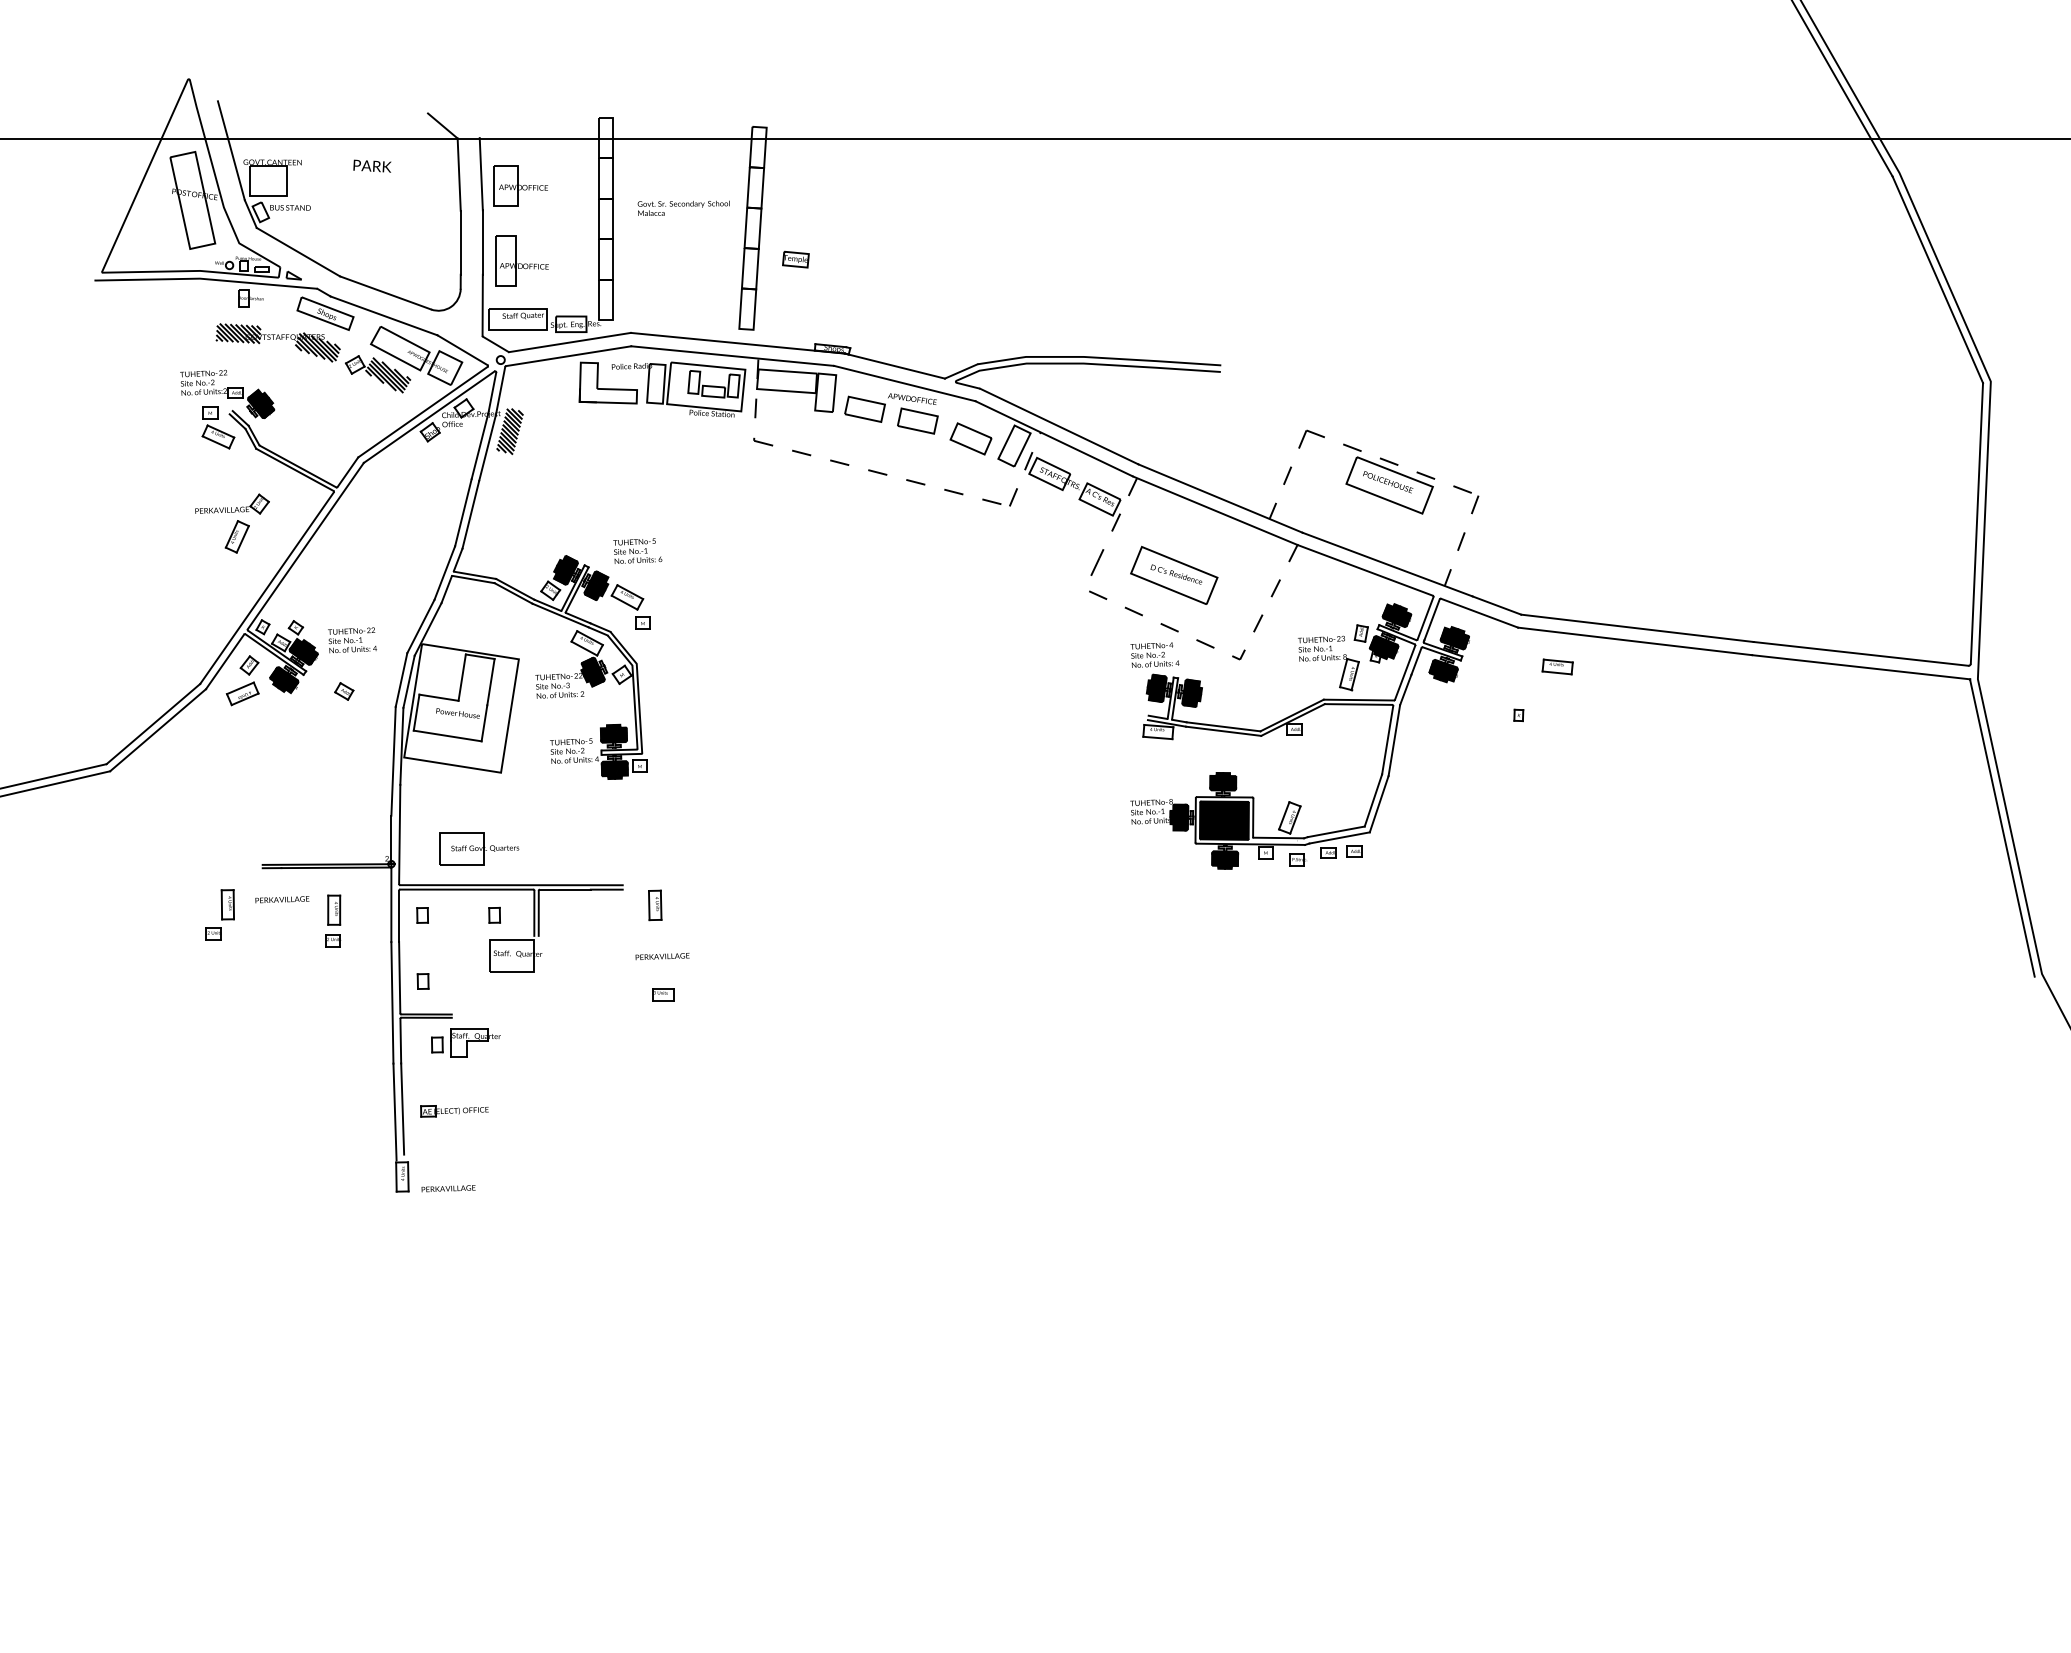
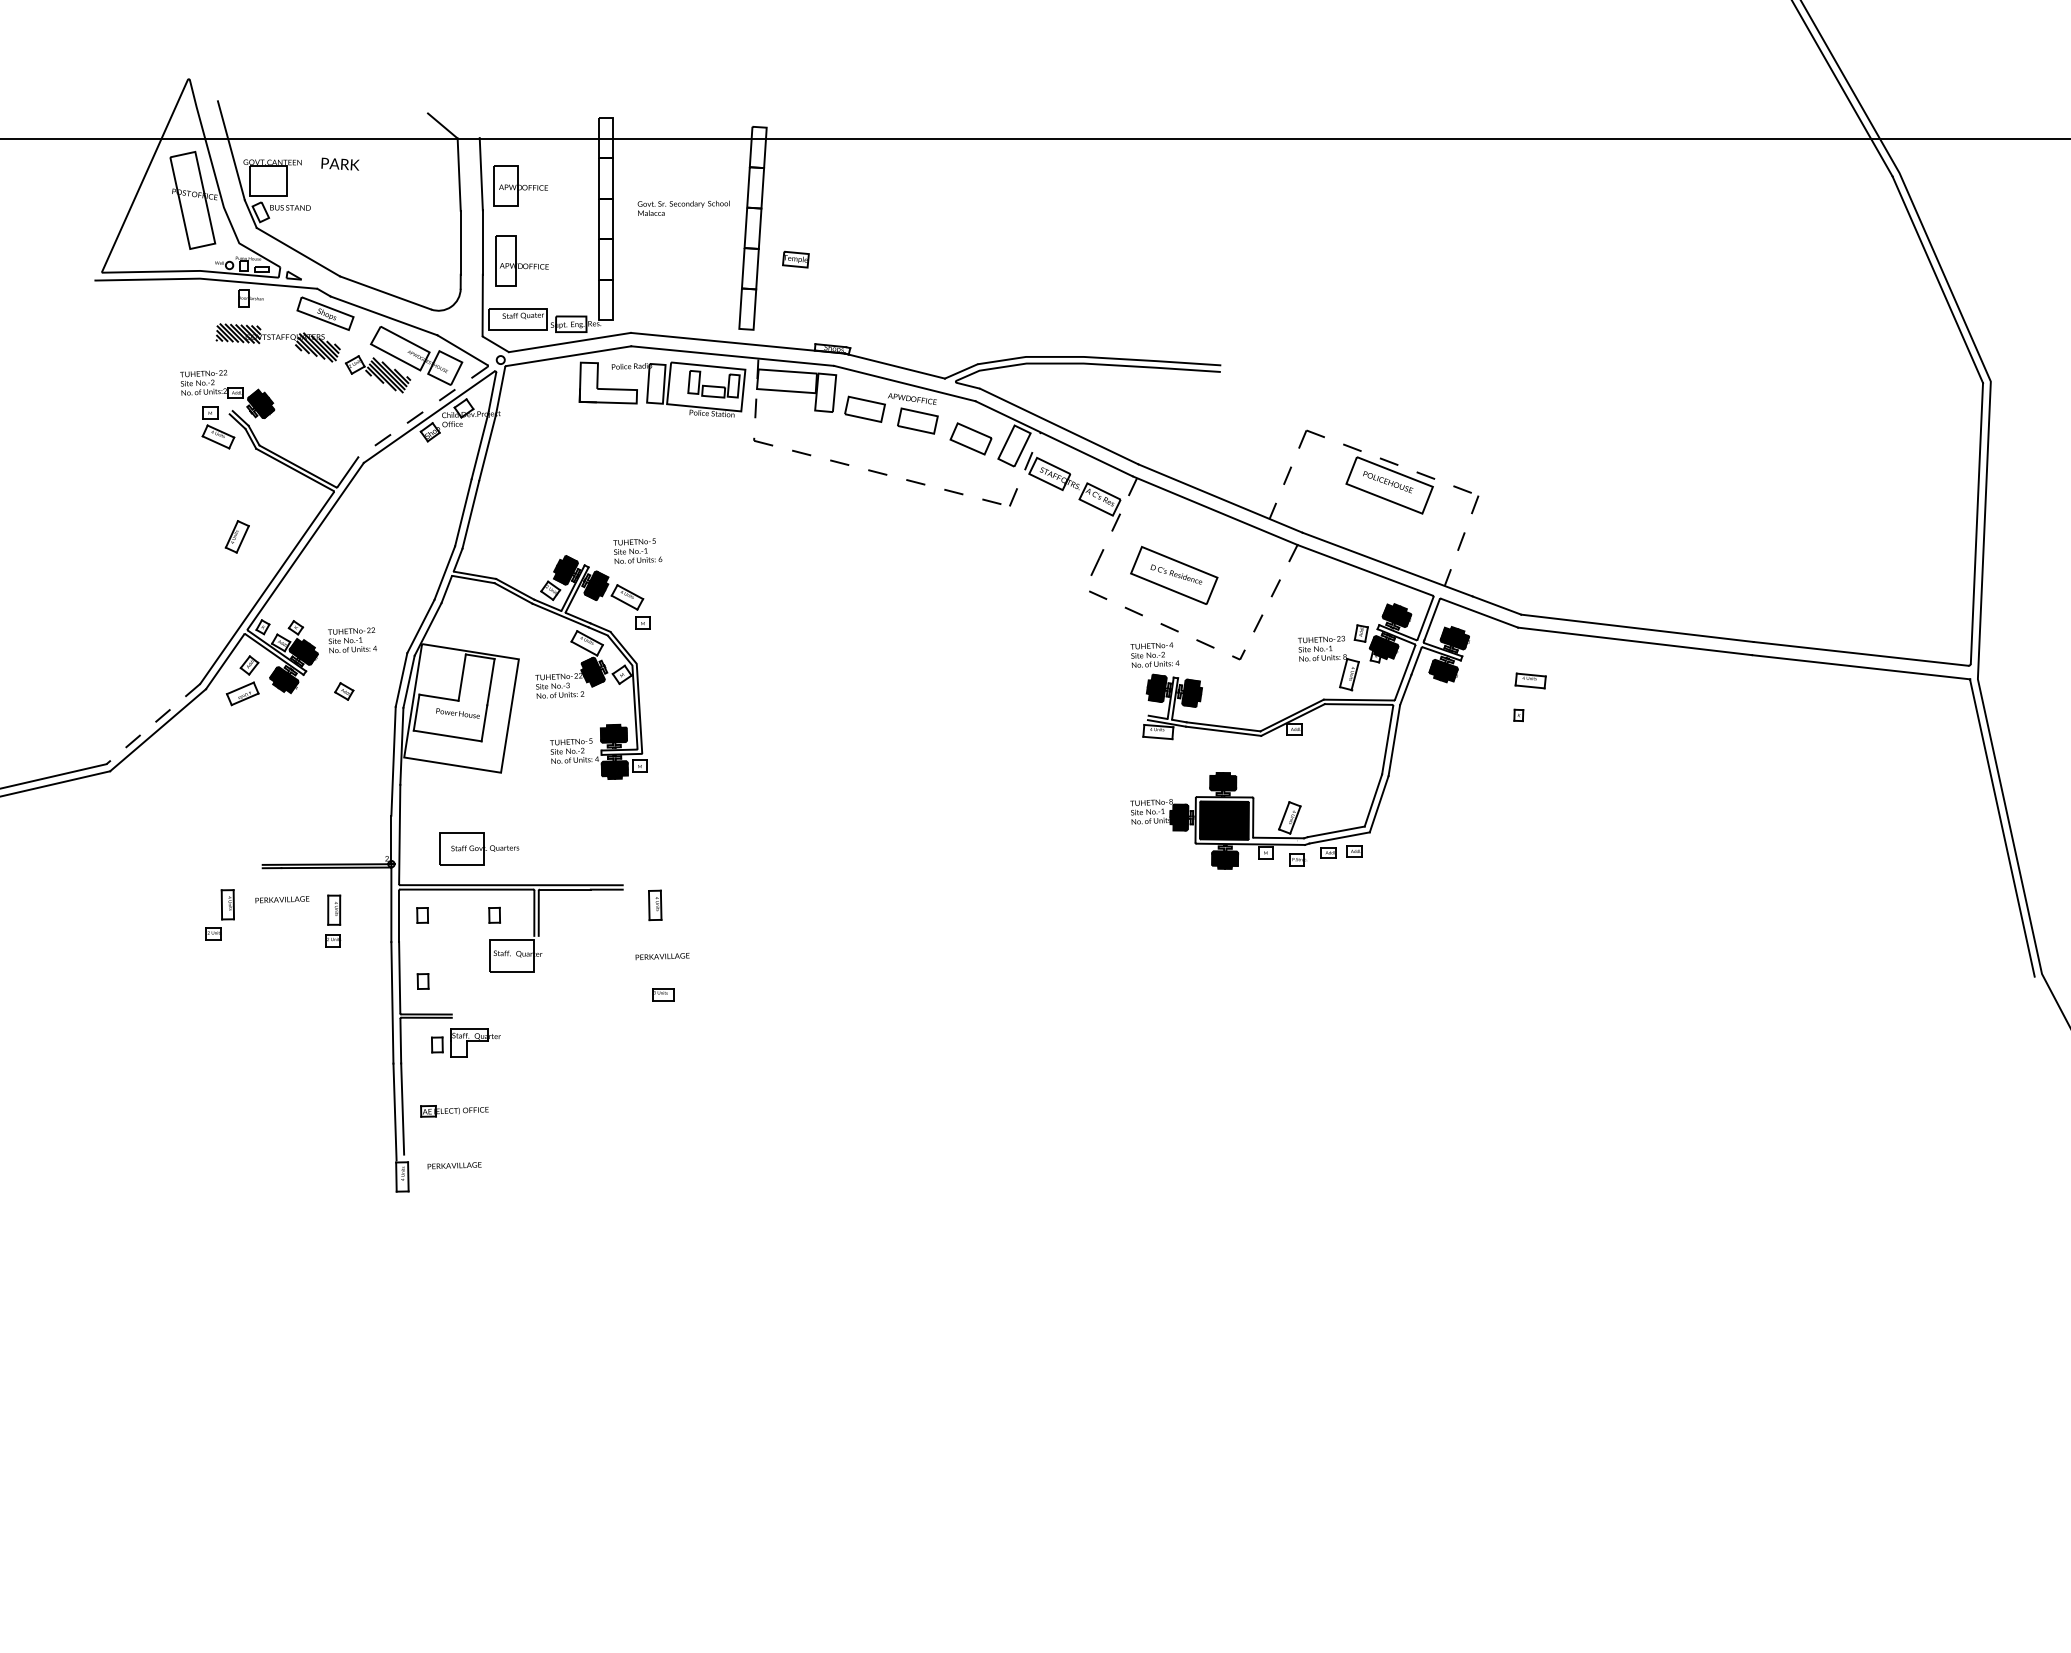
text at (372, 165) position: (372, 165) -> (340, 163)
line at (422, 412): solid -> dashed
hatch at (509, 431): present -> none
part at (232, 503): present -> none
part at (1557, 666) position: (1557, 666) -> (1530, 680)
line at (153, 724): solid -> dashed
text at (448, 1188) position: (448, 1188) -> (454, 1165)
